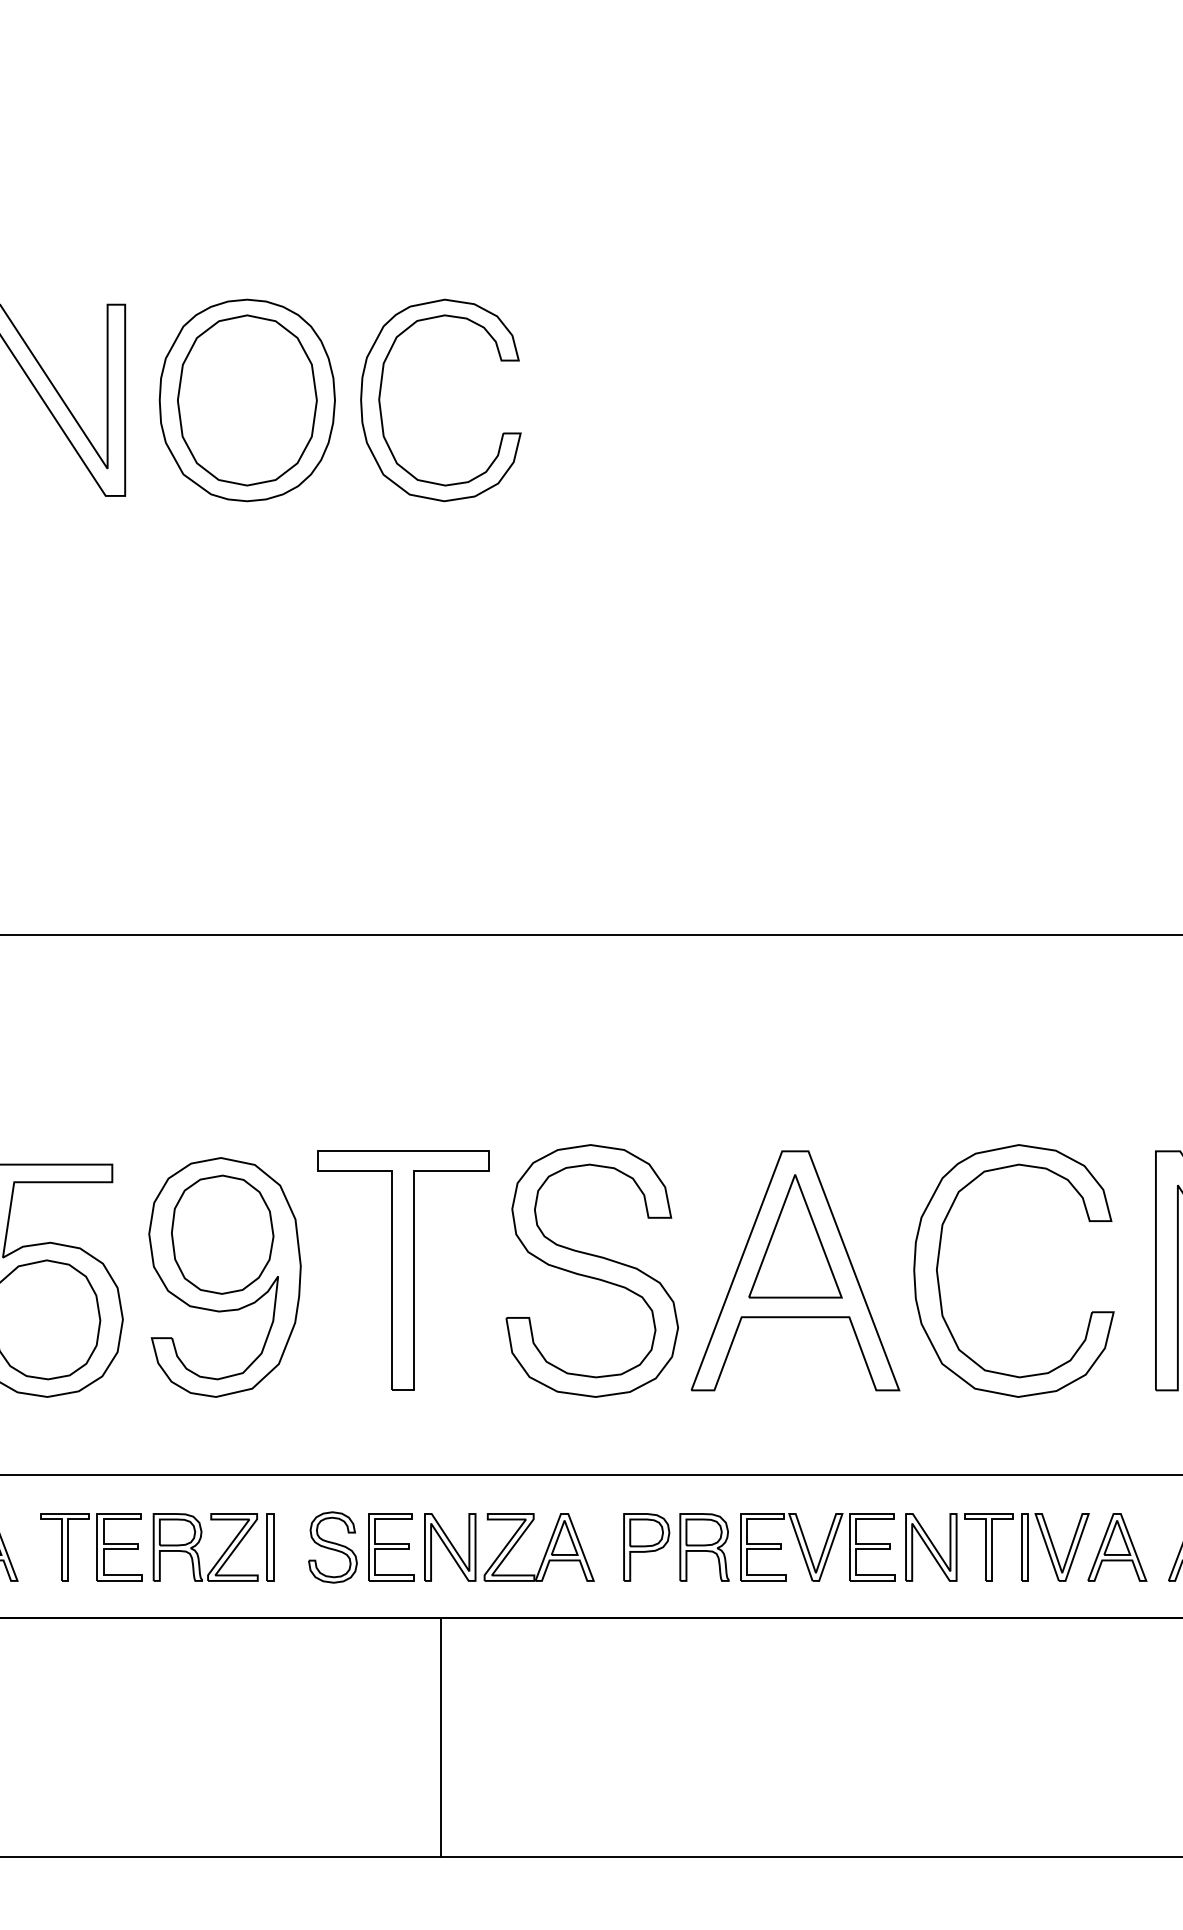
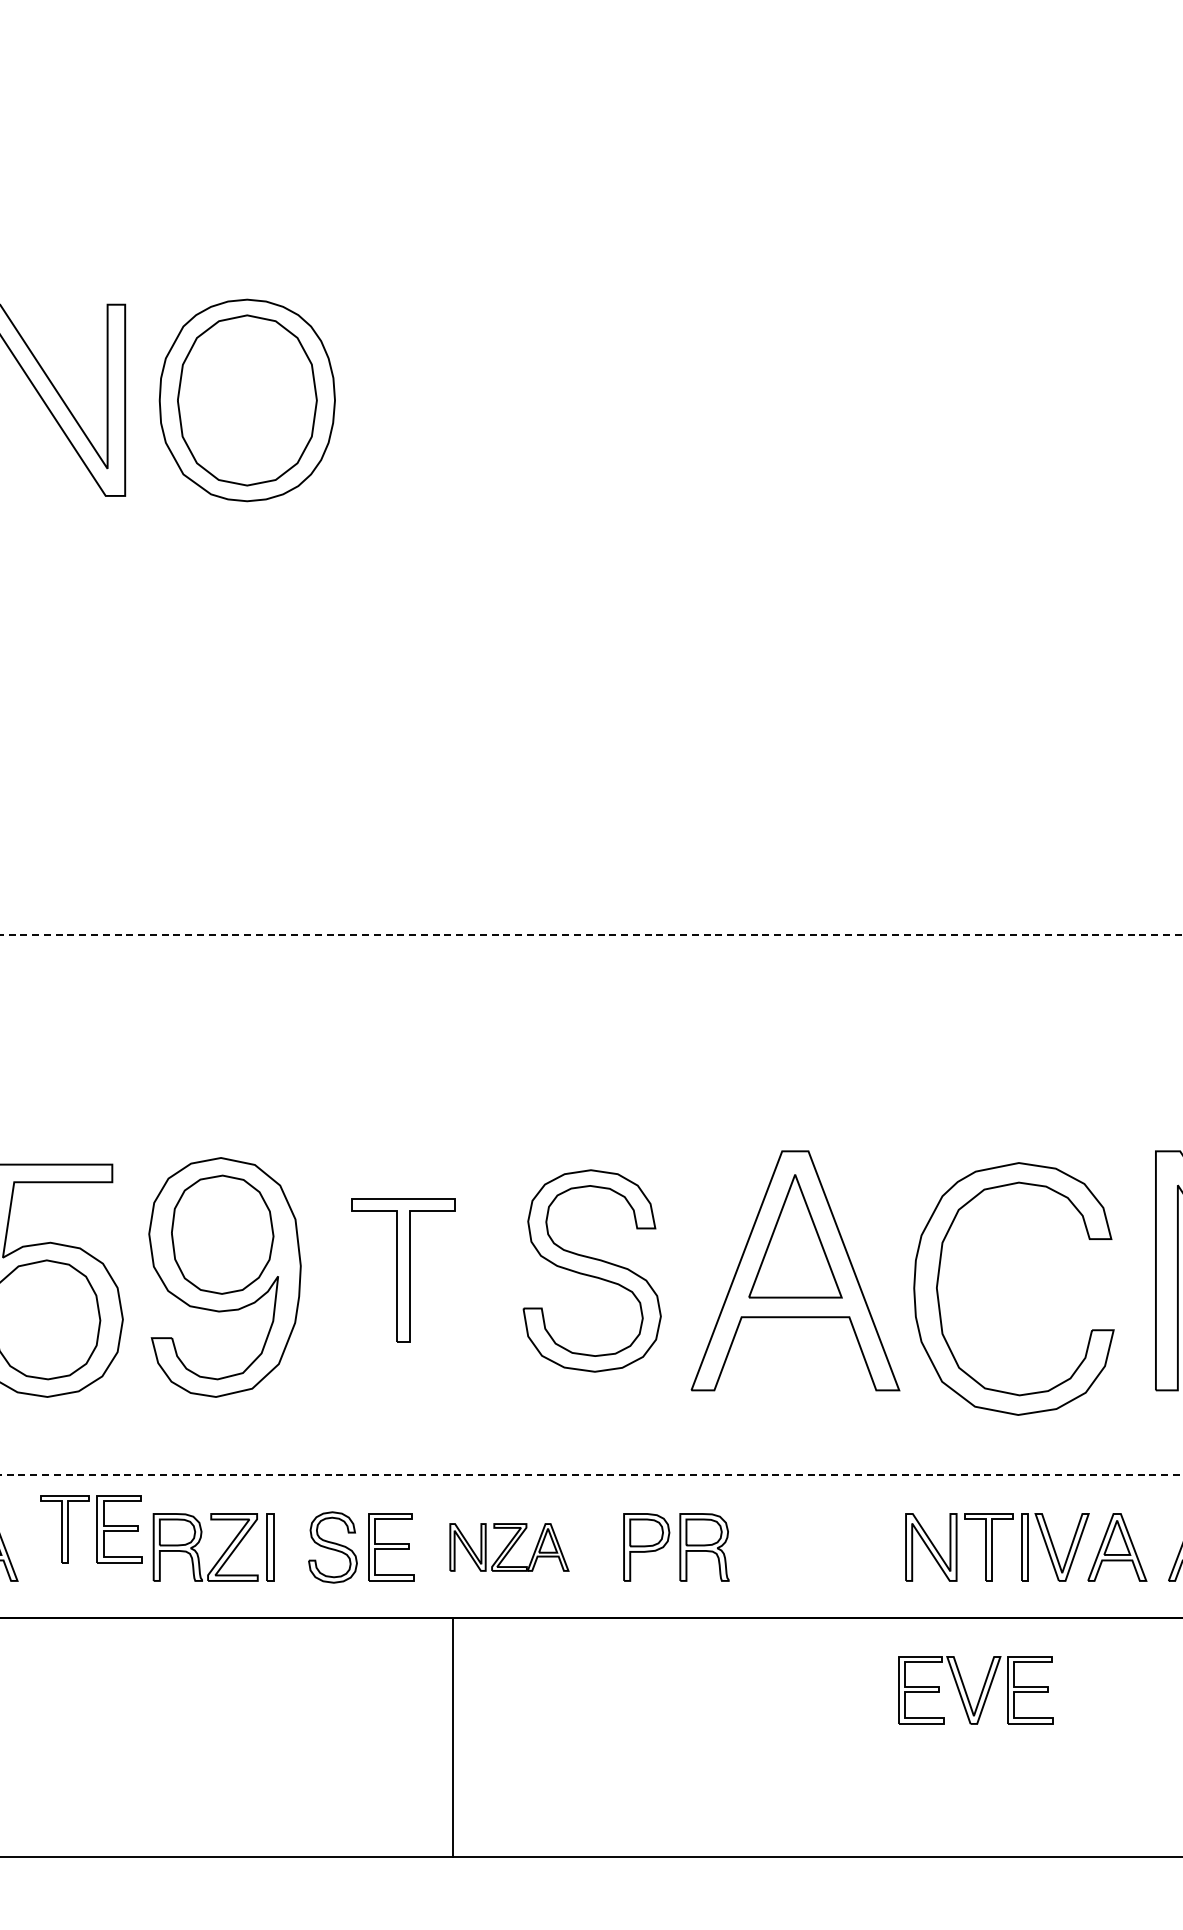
part at (381, 408): present -> none
line at (592, 934): solid -> dashed
part at (403, 1270) size: 173x241 px -> 105x145 px
part at (591, 1270) size: 174x254 px -> 140x204 px
part at (939, 1281) position: (939, 1281) -> (939, 1299)
line at (592, 1474): solid -> dashed
part at (91, 1547) position: (91, 1547) -> (91, 1529)
part at (509, 1547) size: 171x69 px -> 121x49 px
part at (817, 1547) position: (817, 1547) -> (975, 1690)
line at (440, 1737) position: (440, 1737) -> (452, 1737)
